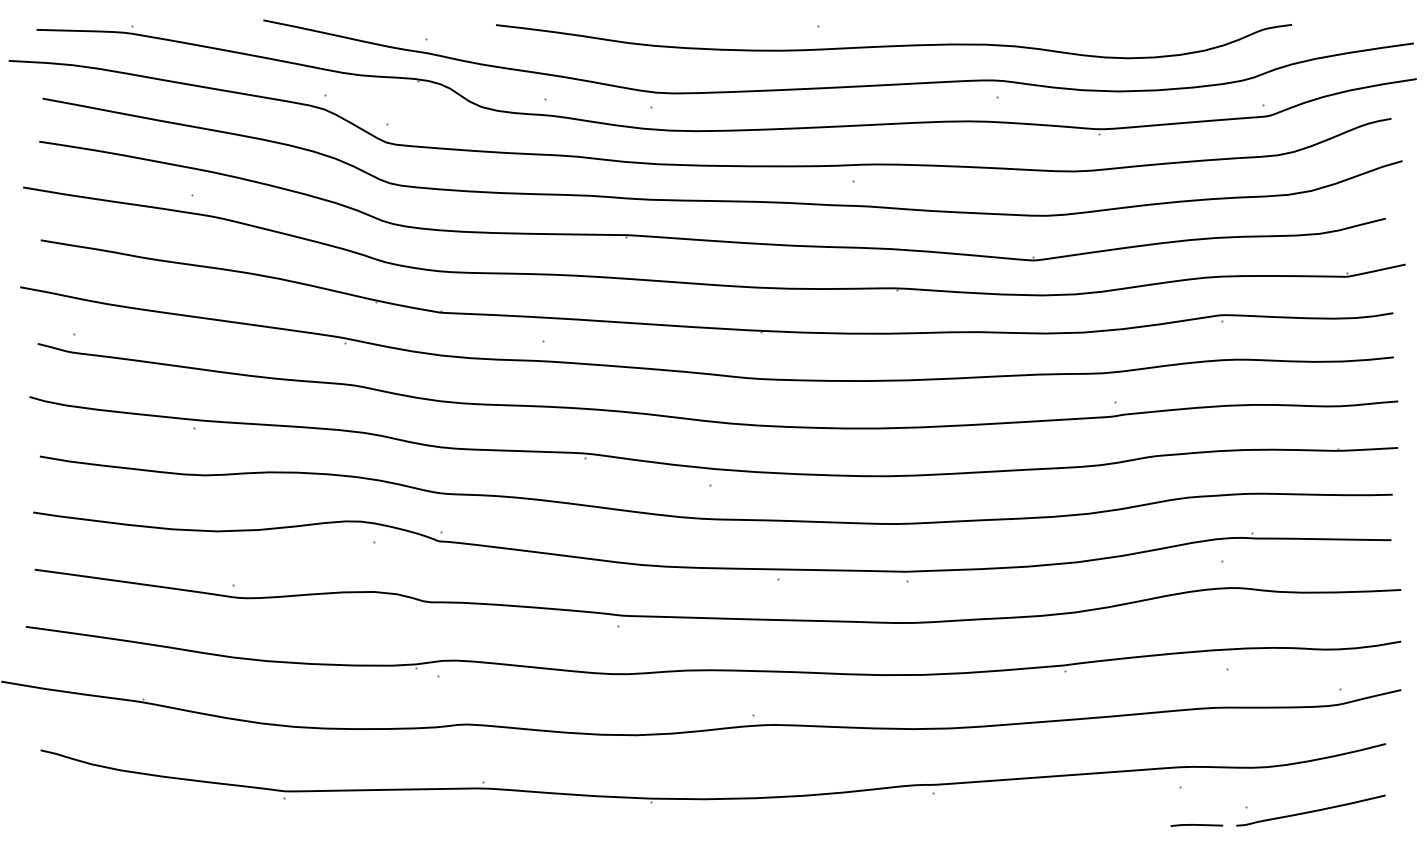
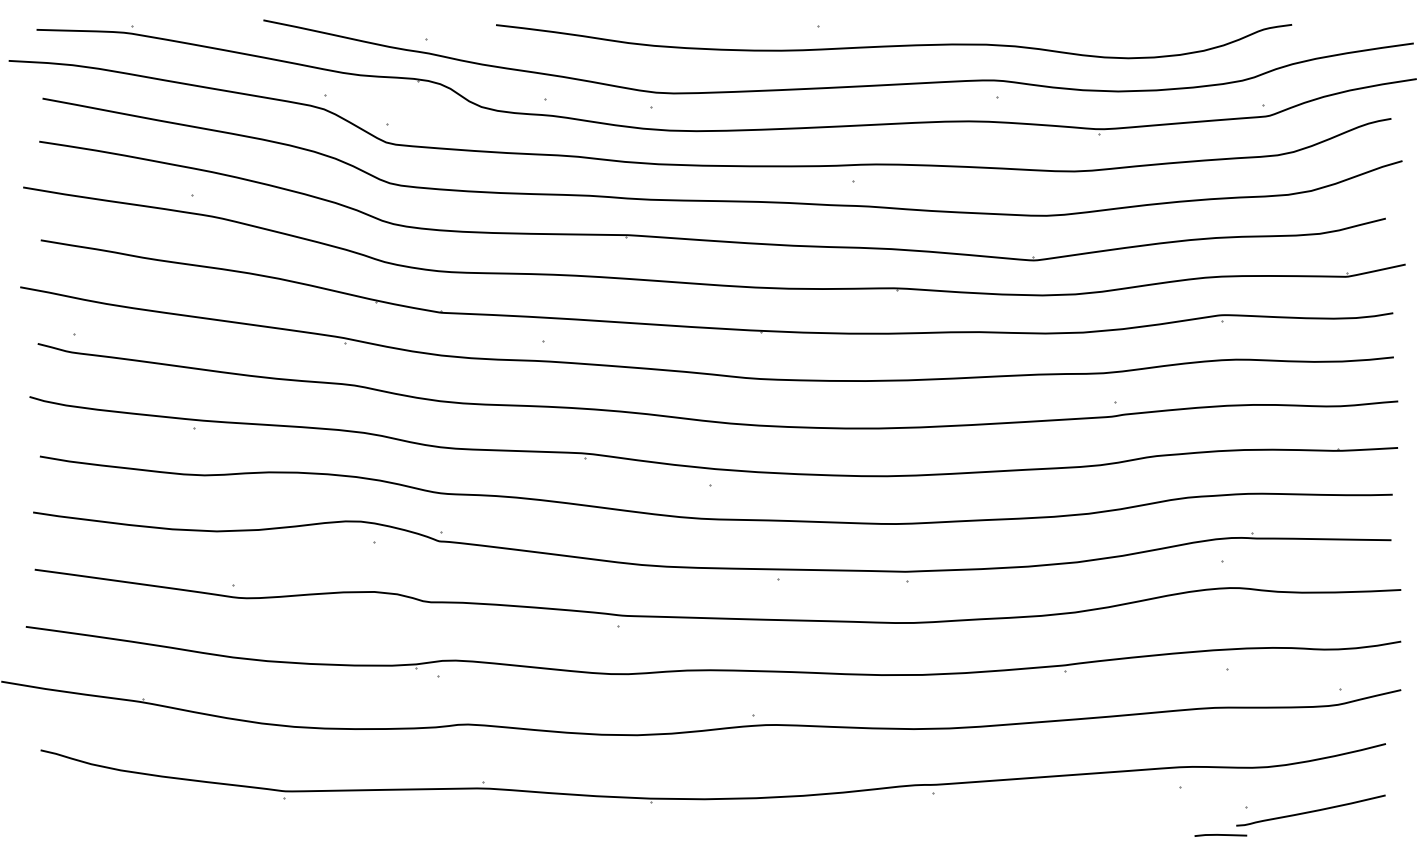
line at (1196, 825) position: (1196, 825) -> (1220, 835)
